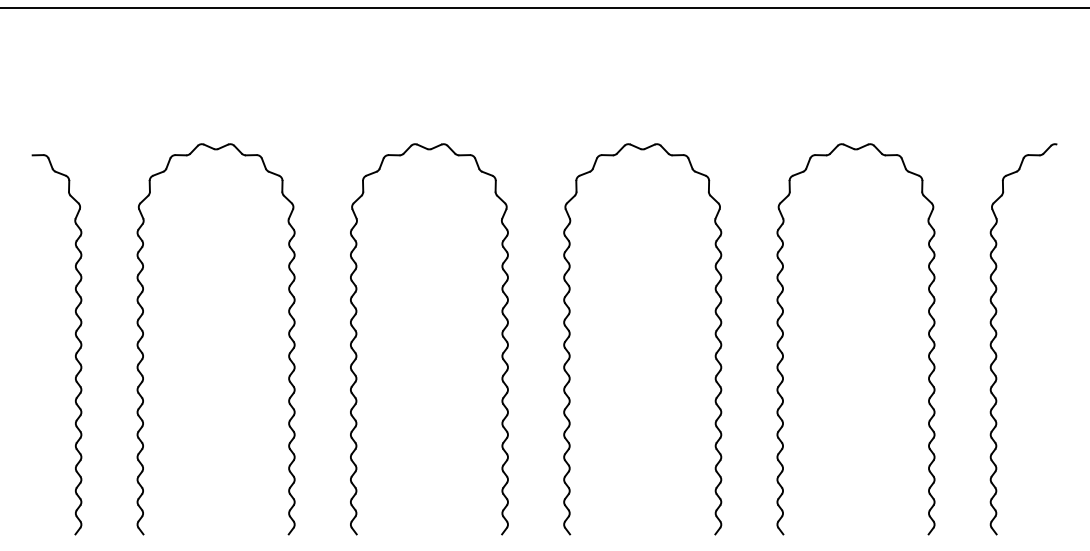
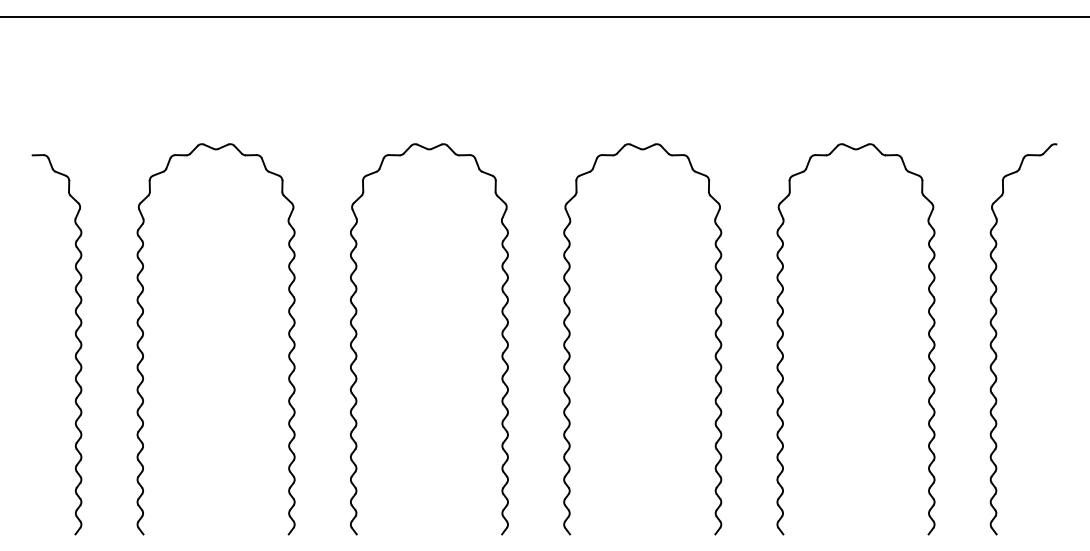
line at (544, 7) position: (544, 7) -> (544, 16)
